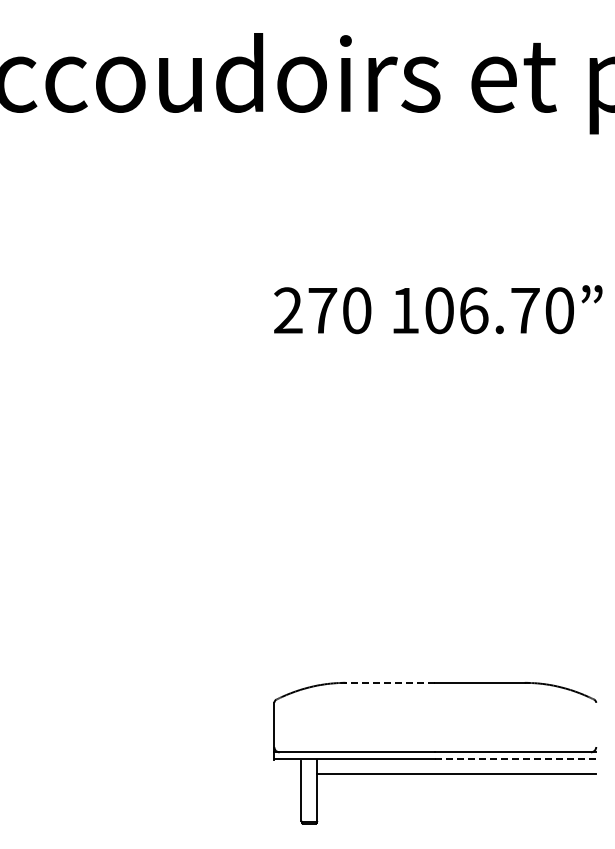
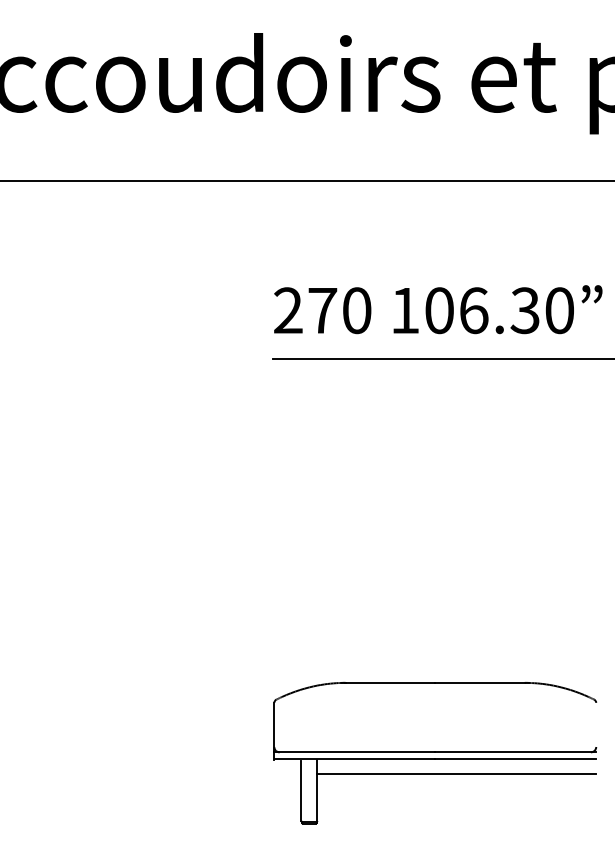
line at (306, 181): none -> present
text at (524, 310): 106.70 -> 106.30
line at (442, 359): none -> present
line at (390, 682): dashed -> solid
line at (515, 759): dashed -> solid
